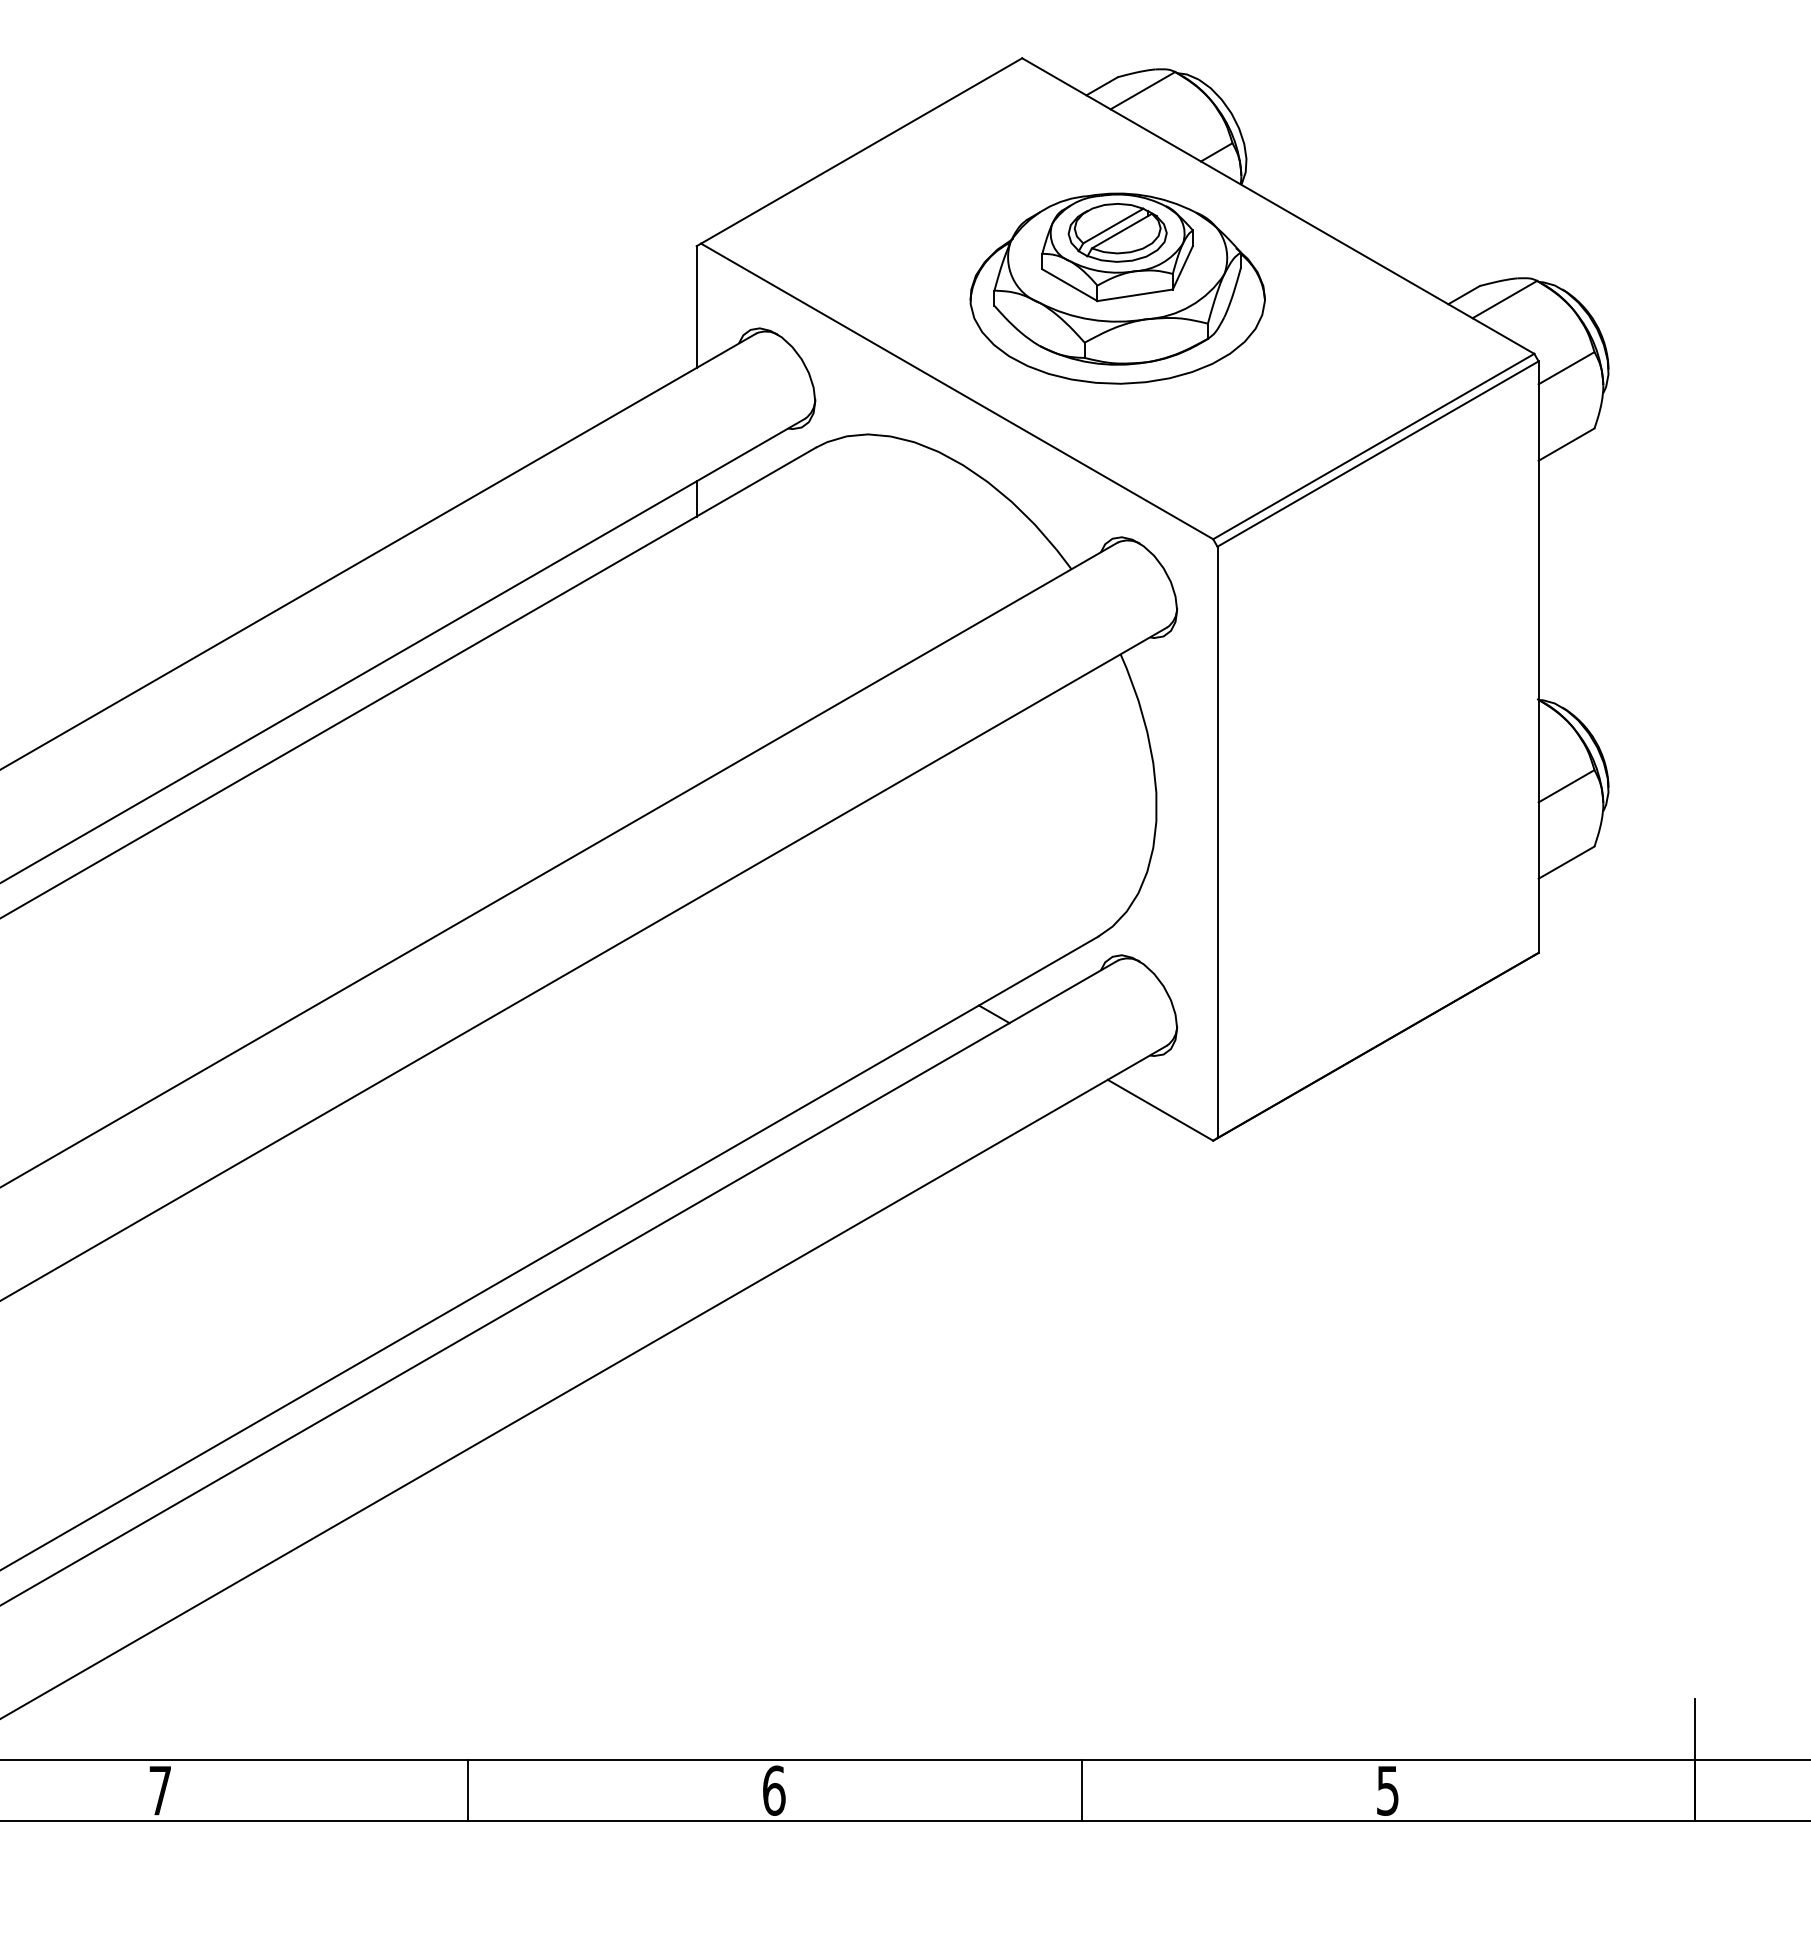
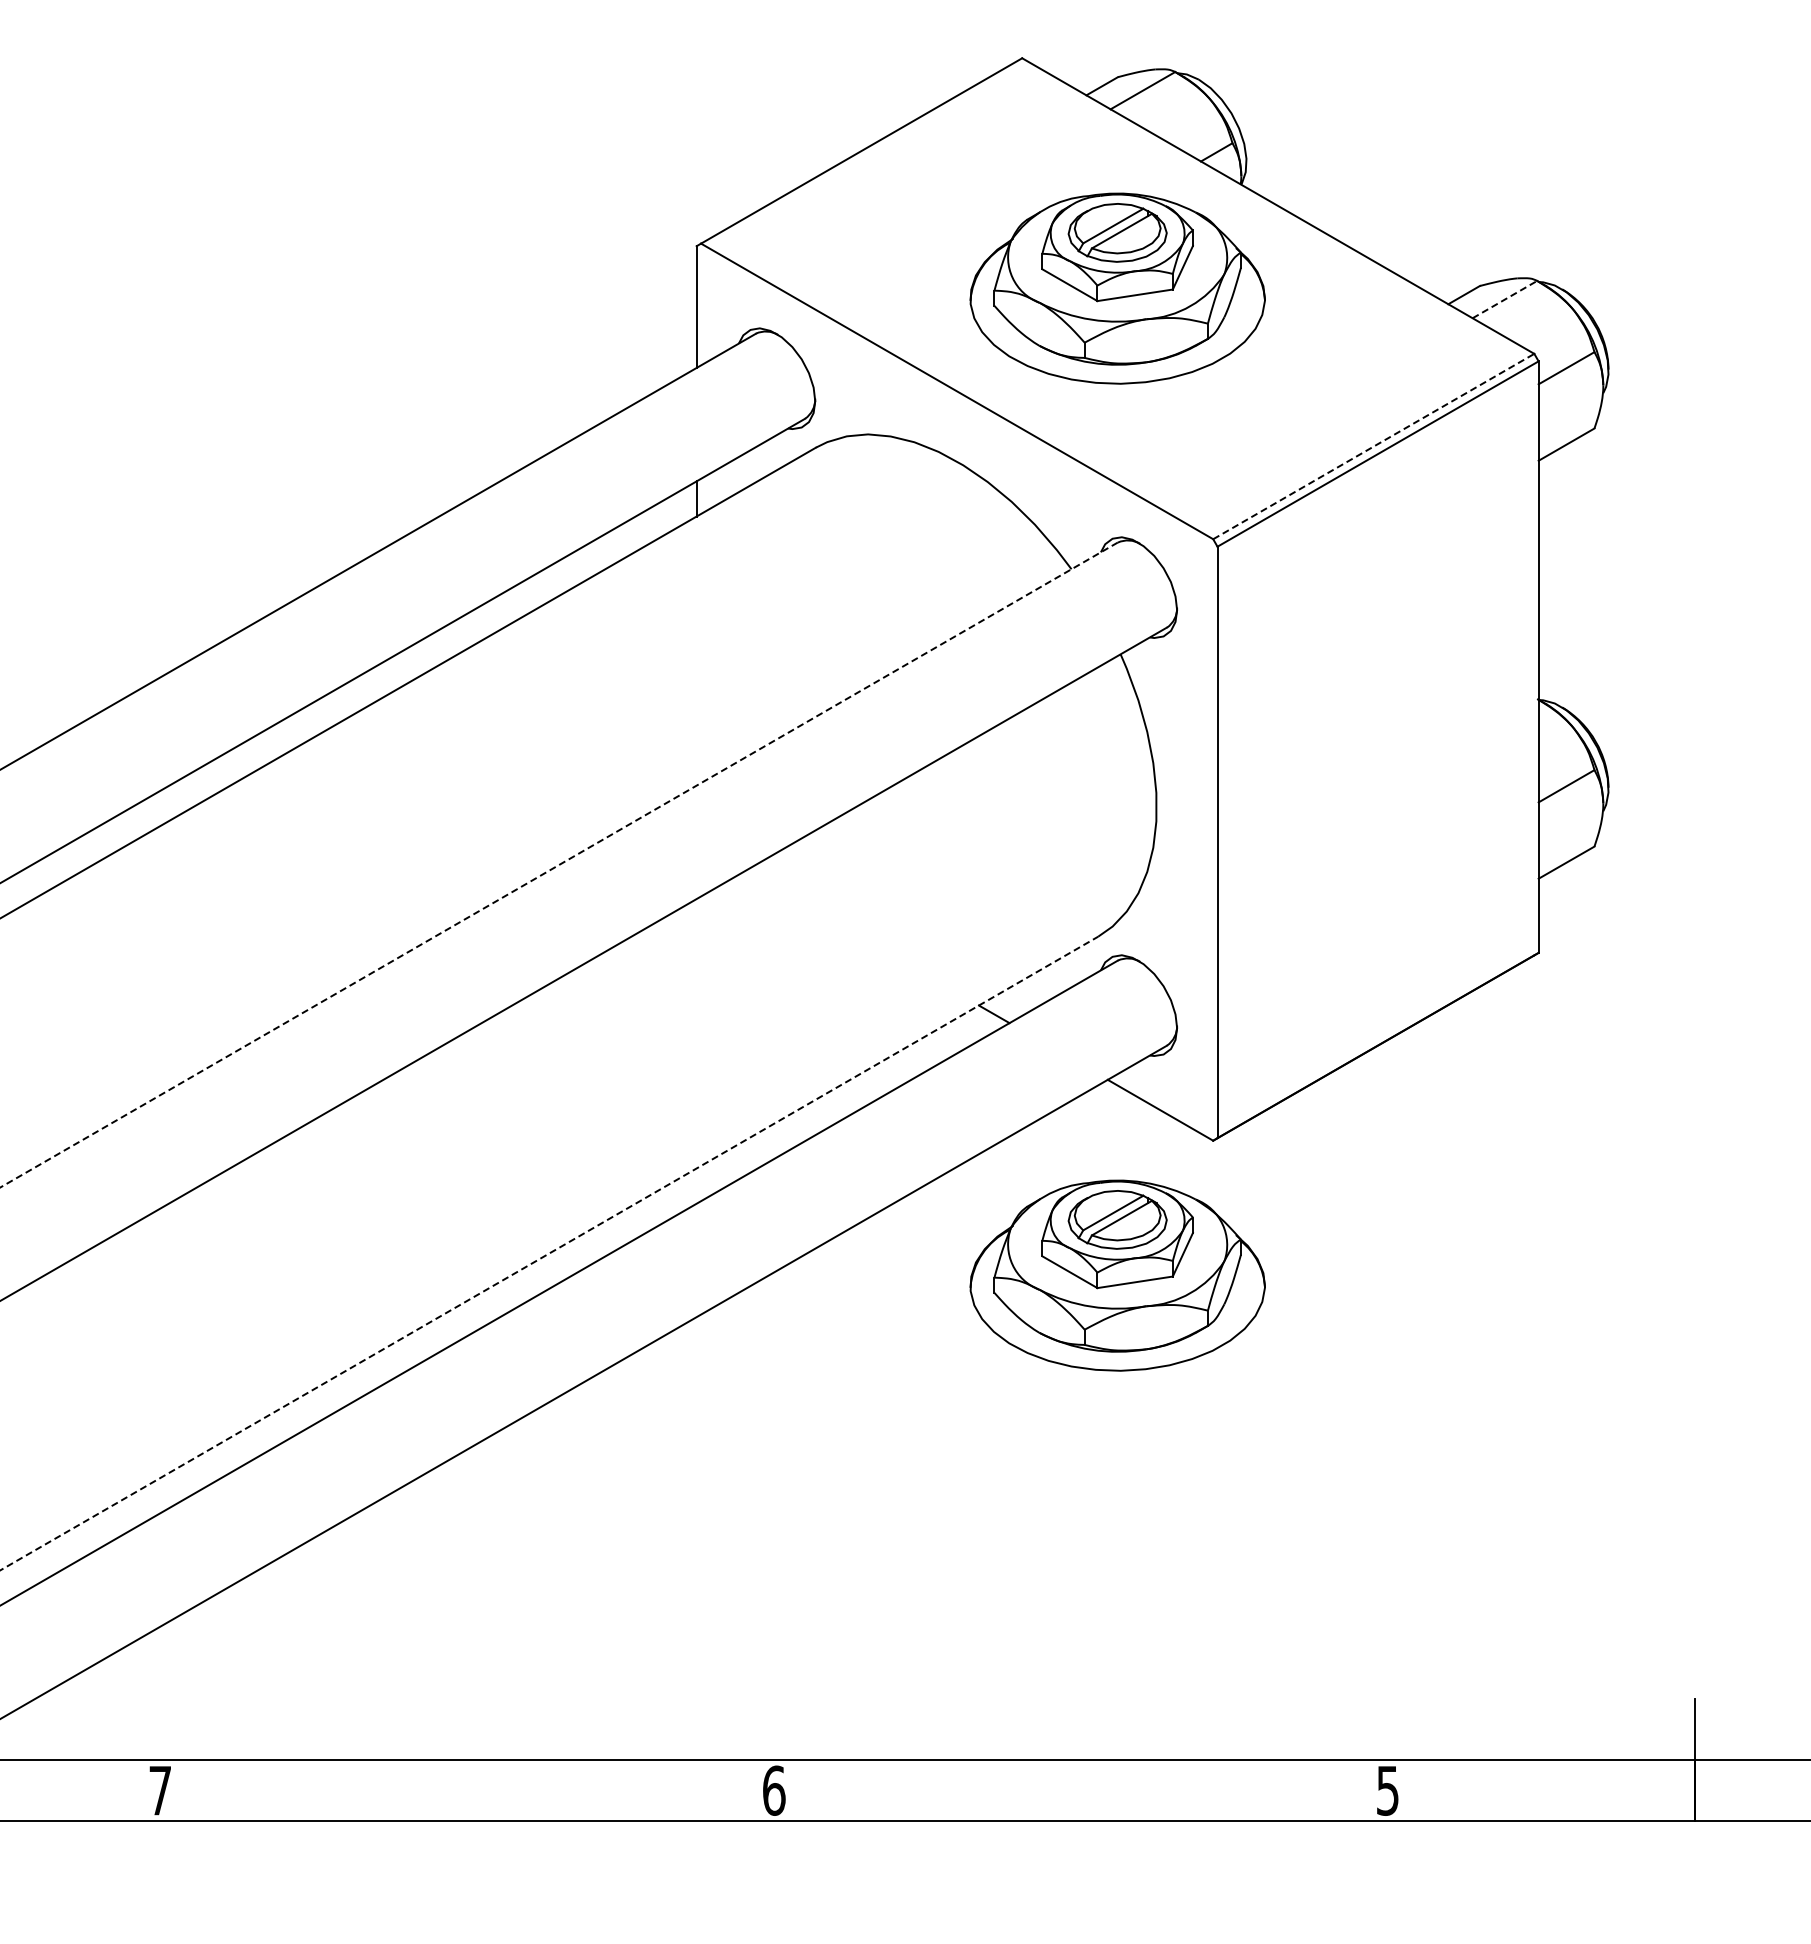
line at (1505, 299): solid -> dashed
line at (1374, 446): solid -> dashed
line at (559, 864): solid -> dashed
line at (549, 1253): solid -> dashed
part at (1117, 1275): none -> present
line at (467, 1790): present -> none
line at (1081, 1790): present -> none
